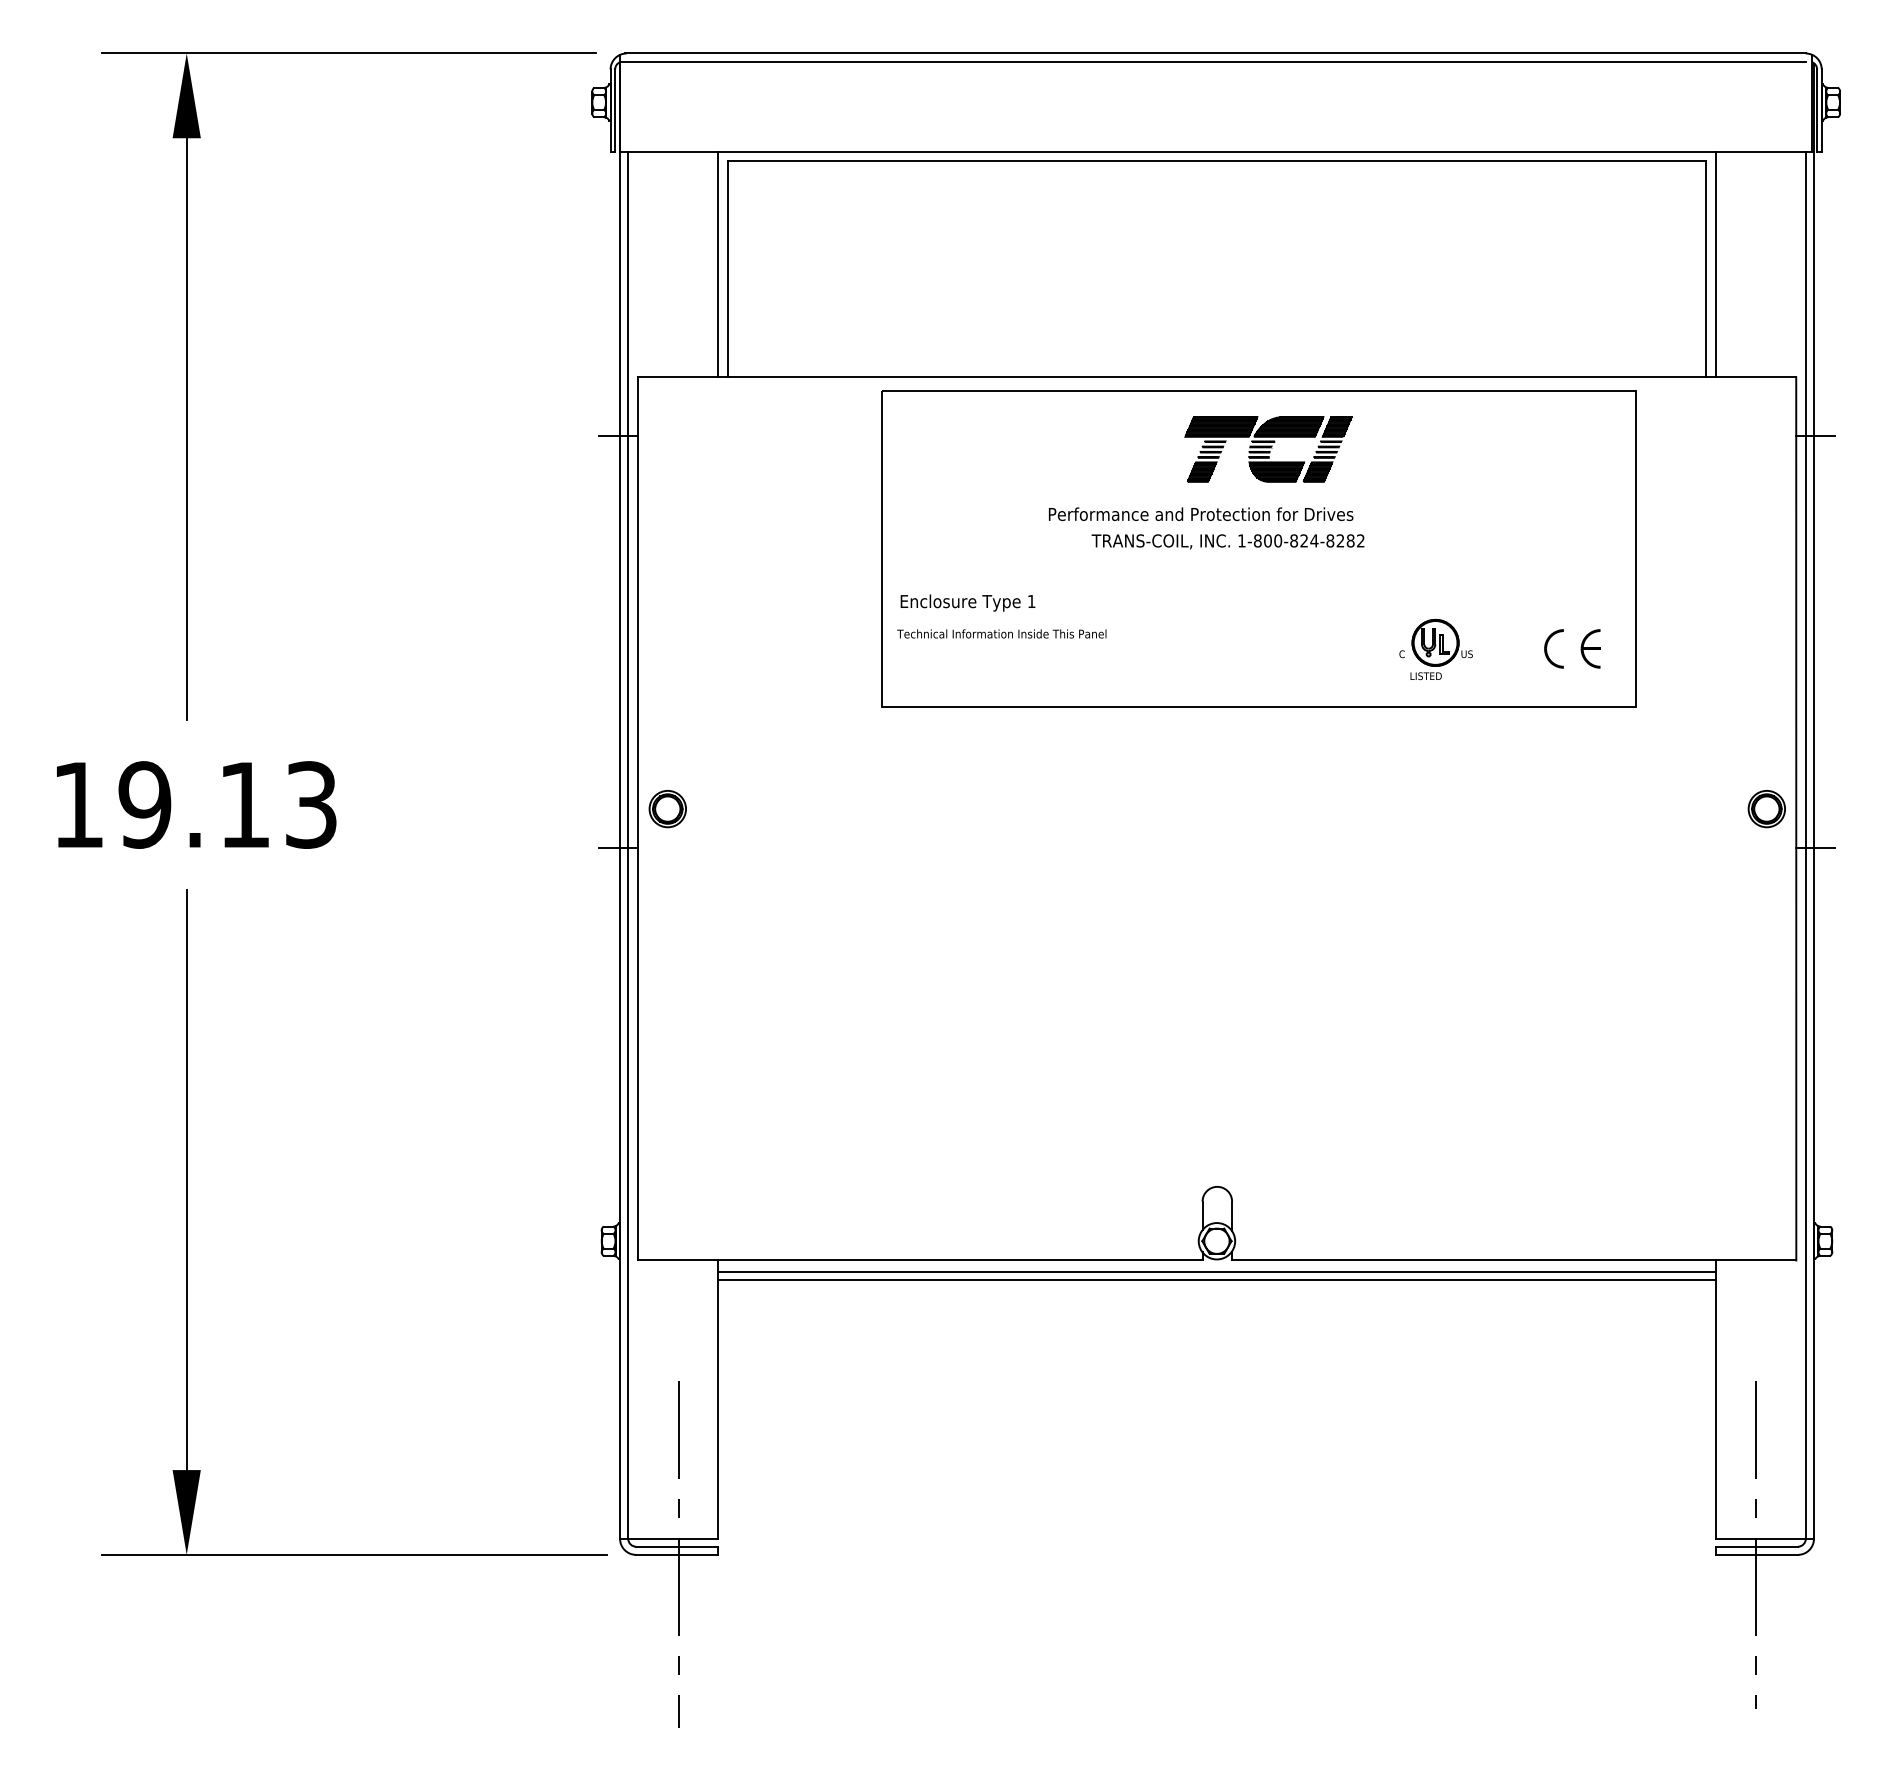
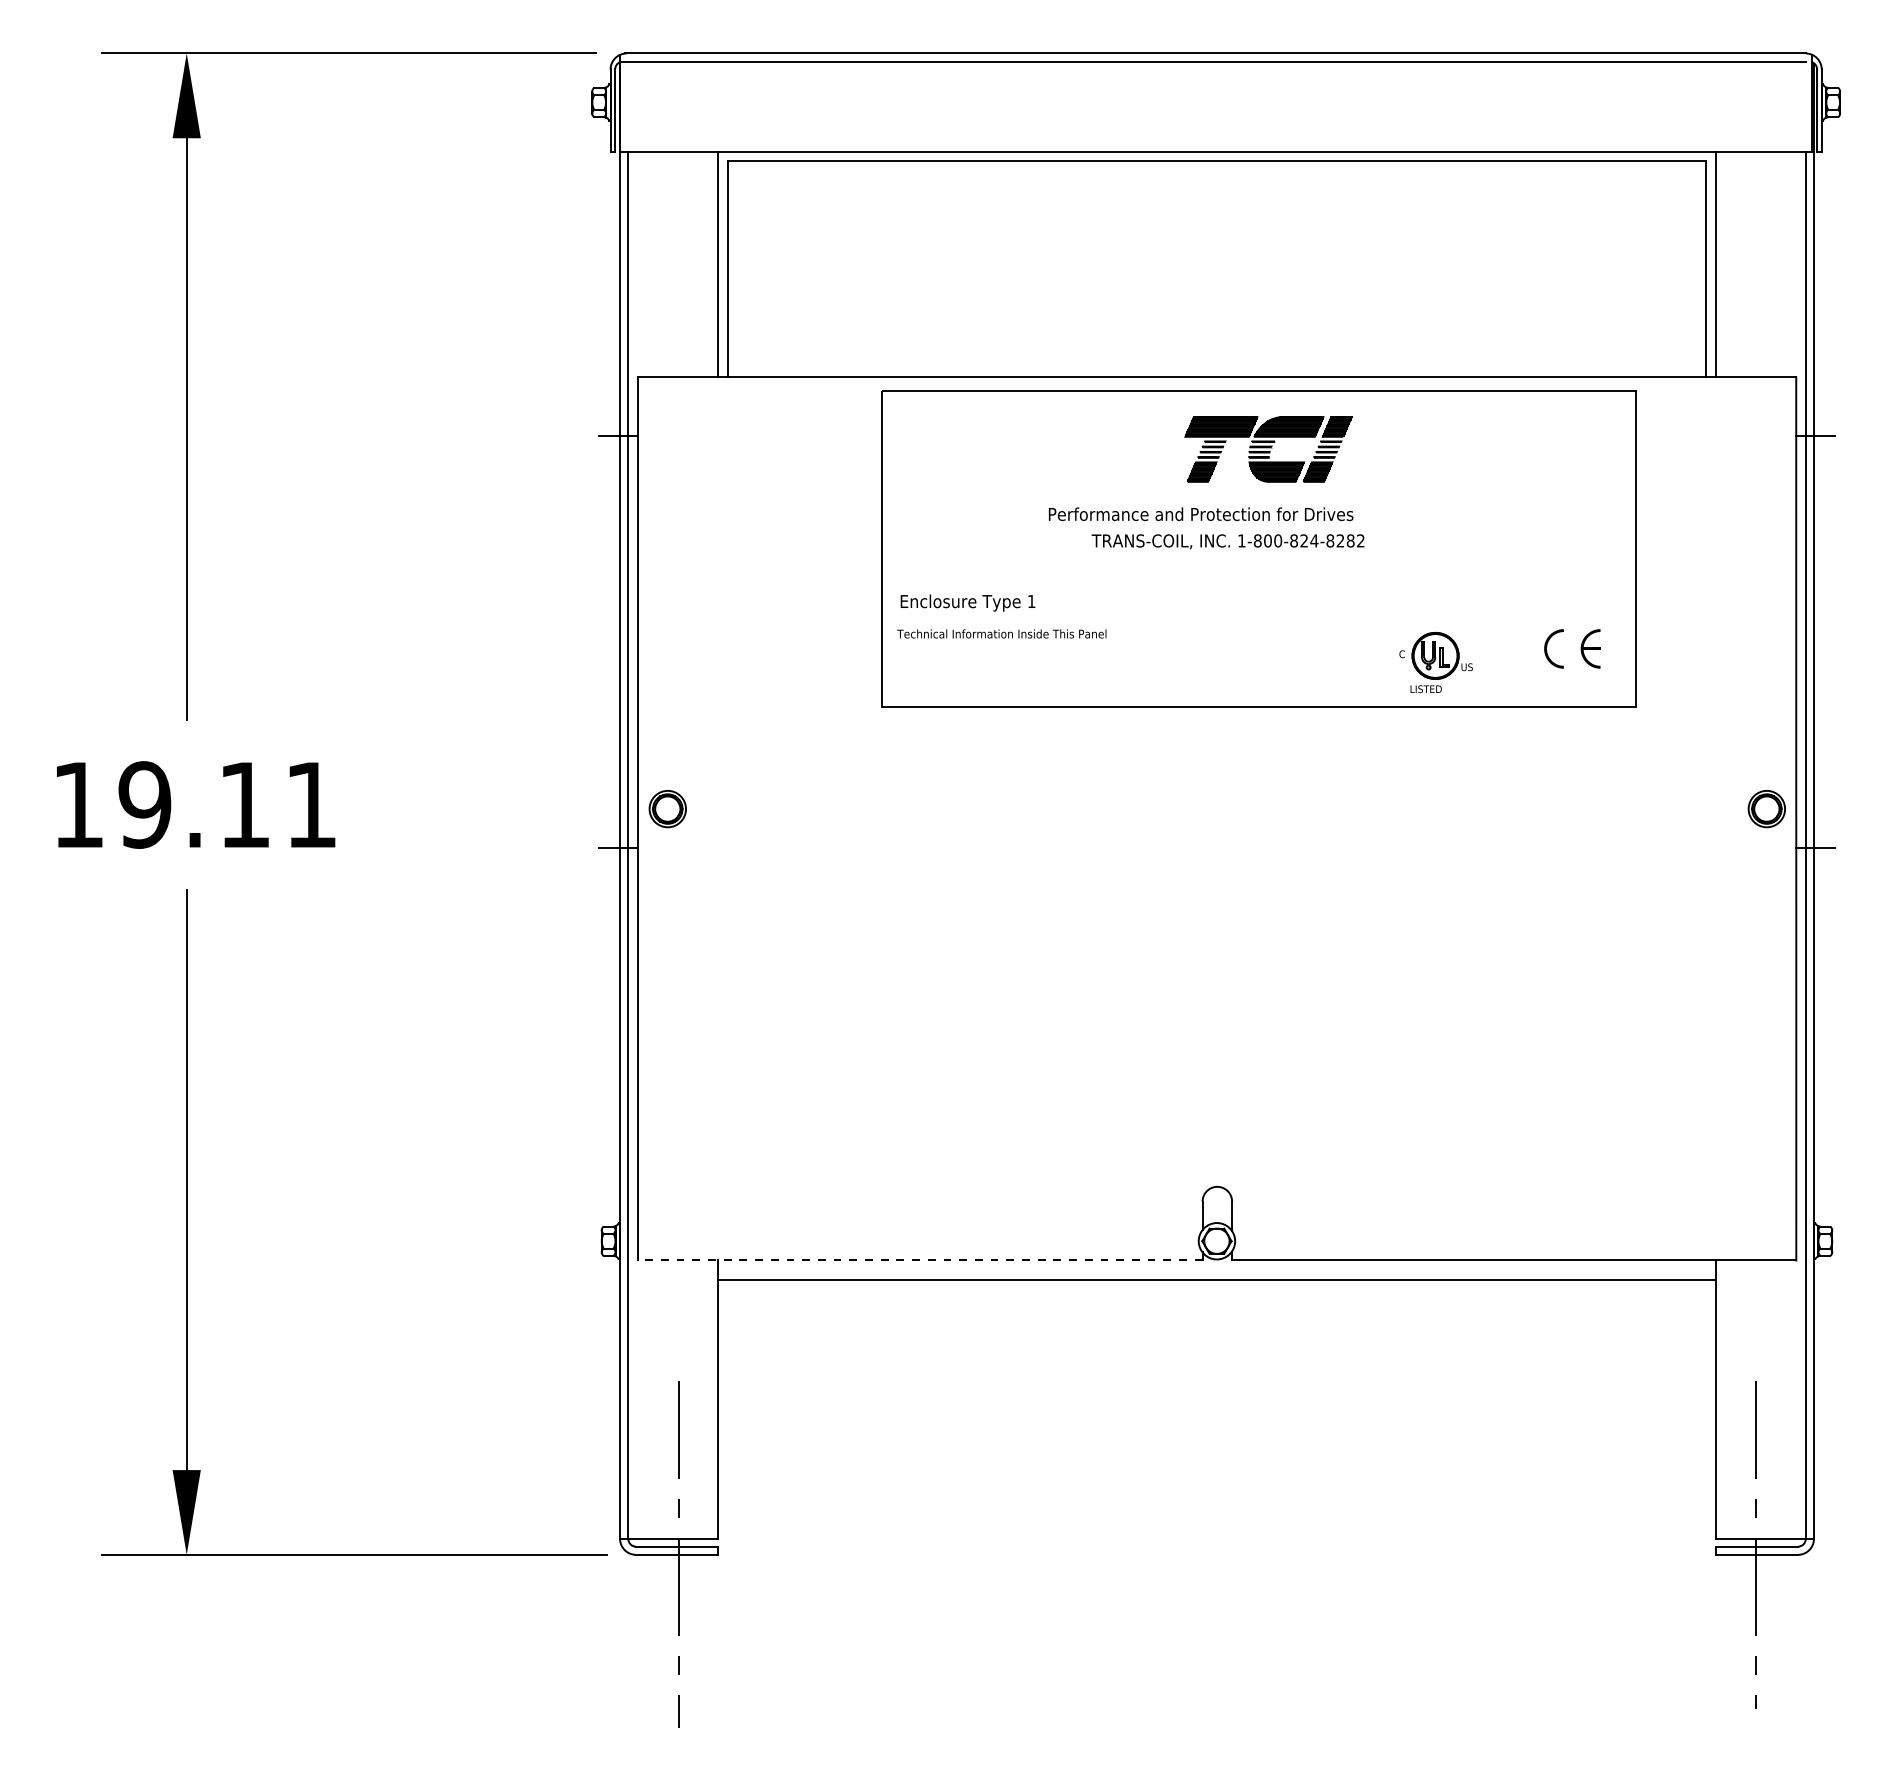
part at (1441, 649) position: (1441, 649) -> (1441, 662)
text at (311, 804): 19.13 -> 19.11
line at (919, 1260): solid -> dashed
line at (1216, 1271): present -> none
